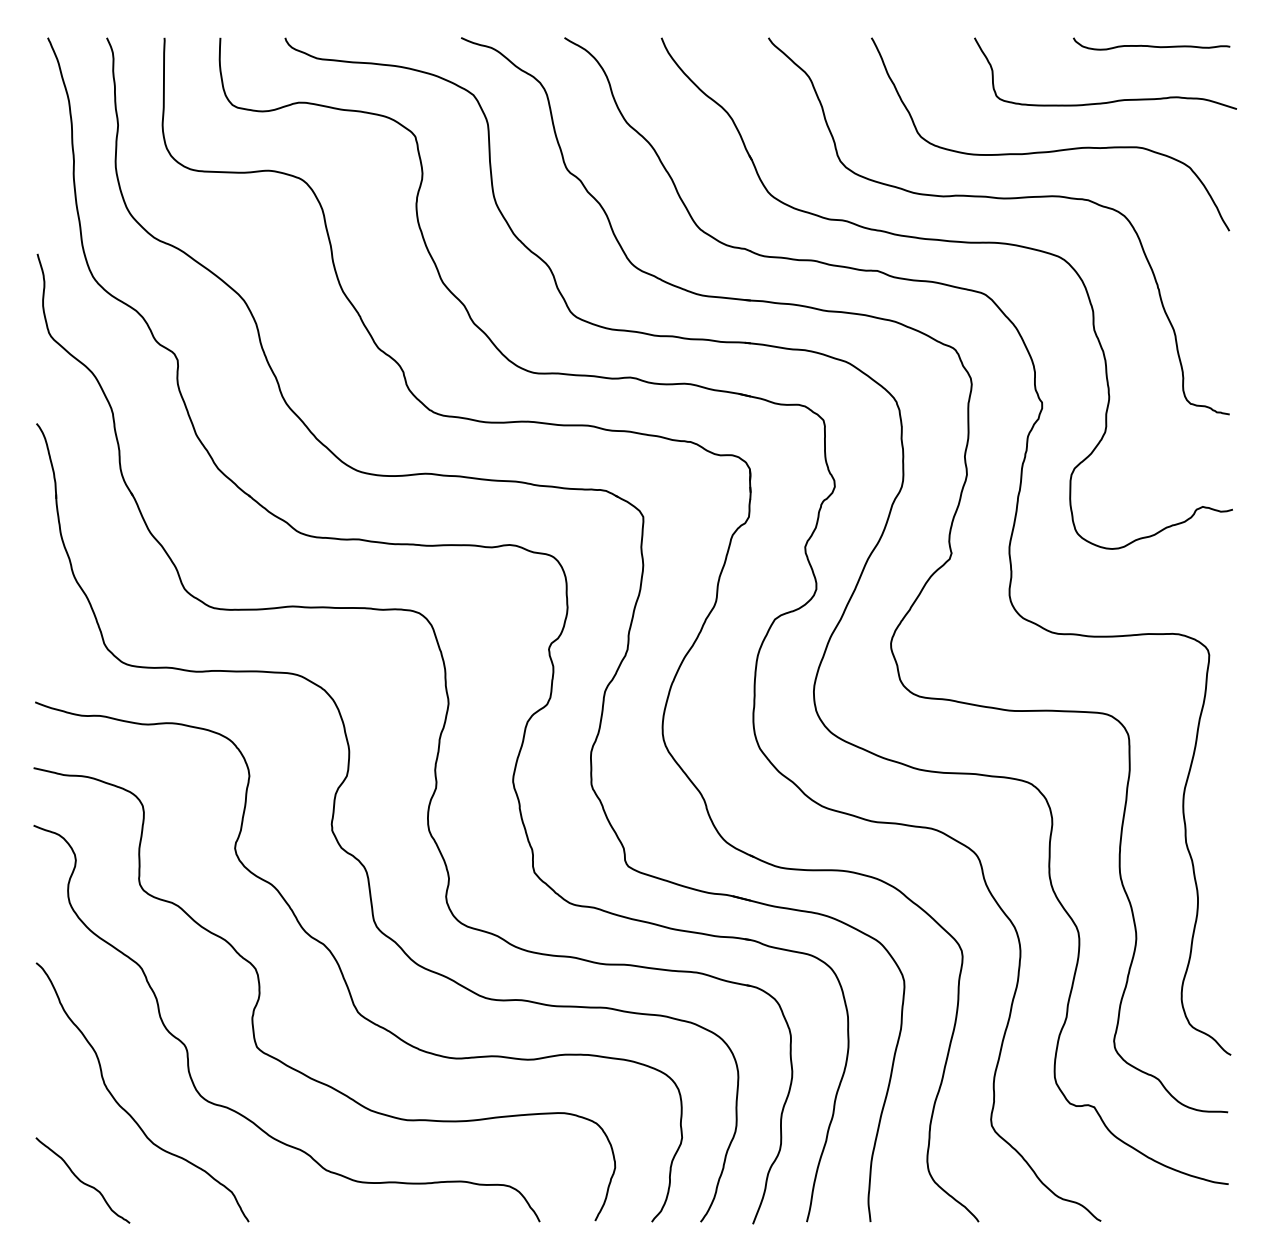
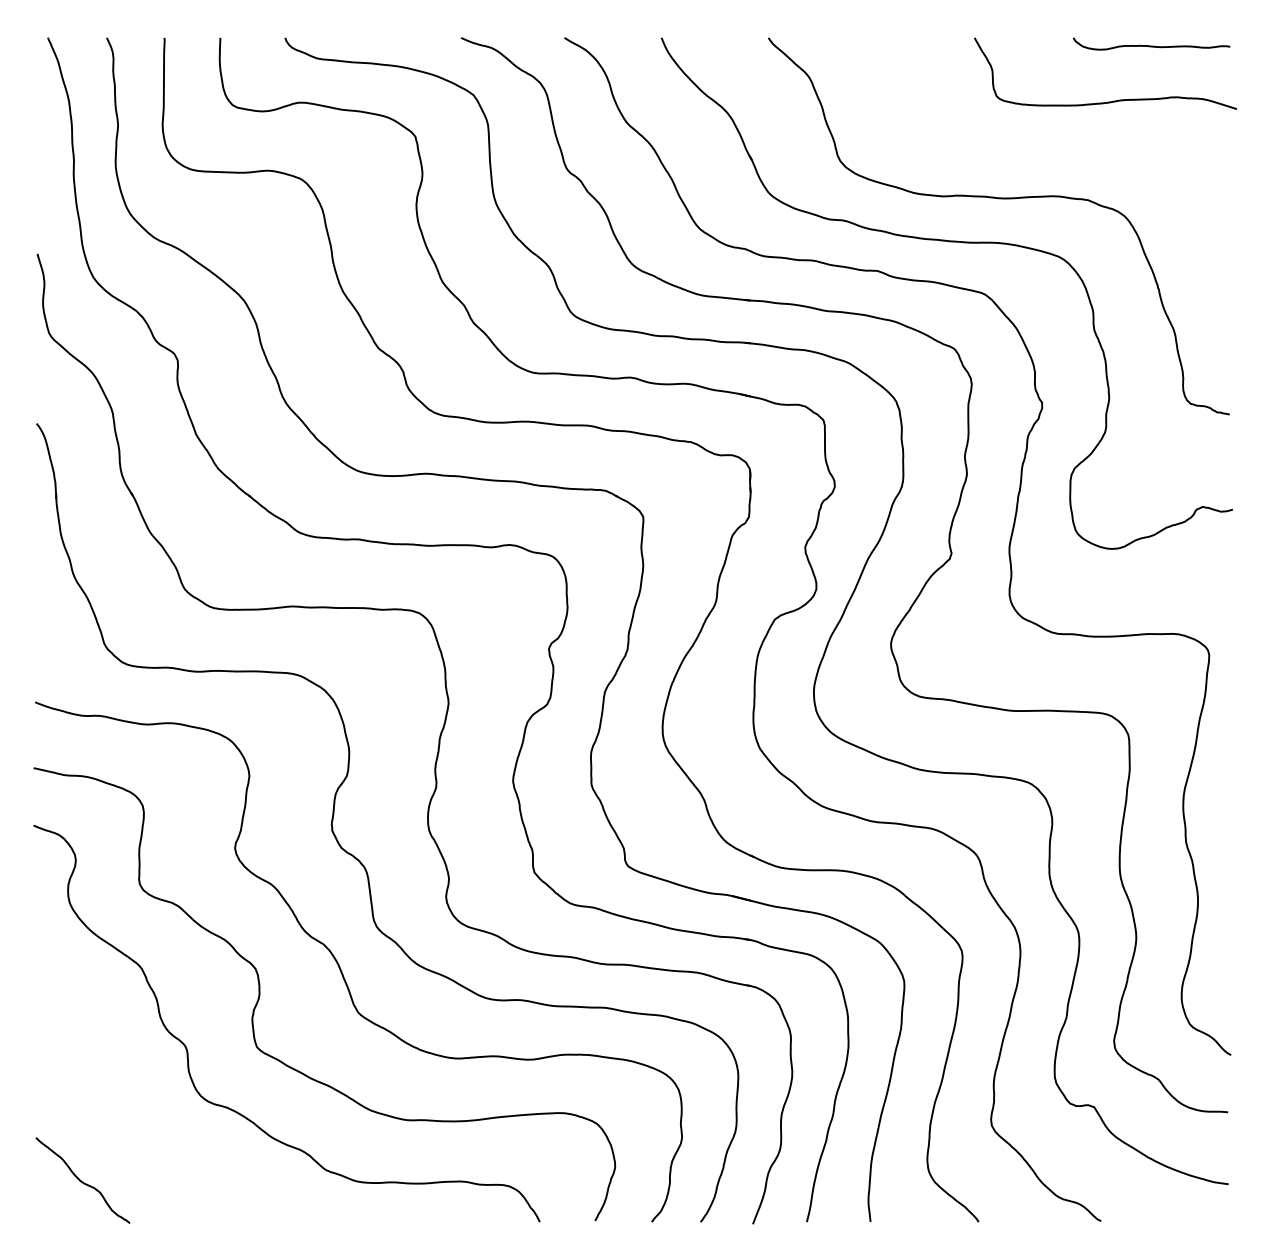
curve at (1050, 150): present -> none
curve at (125, 1109): present -> none
